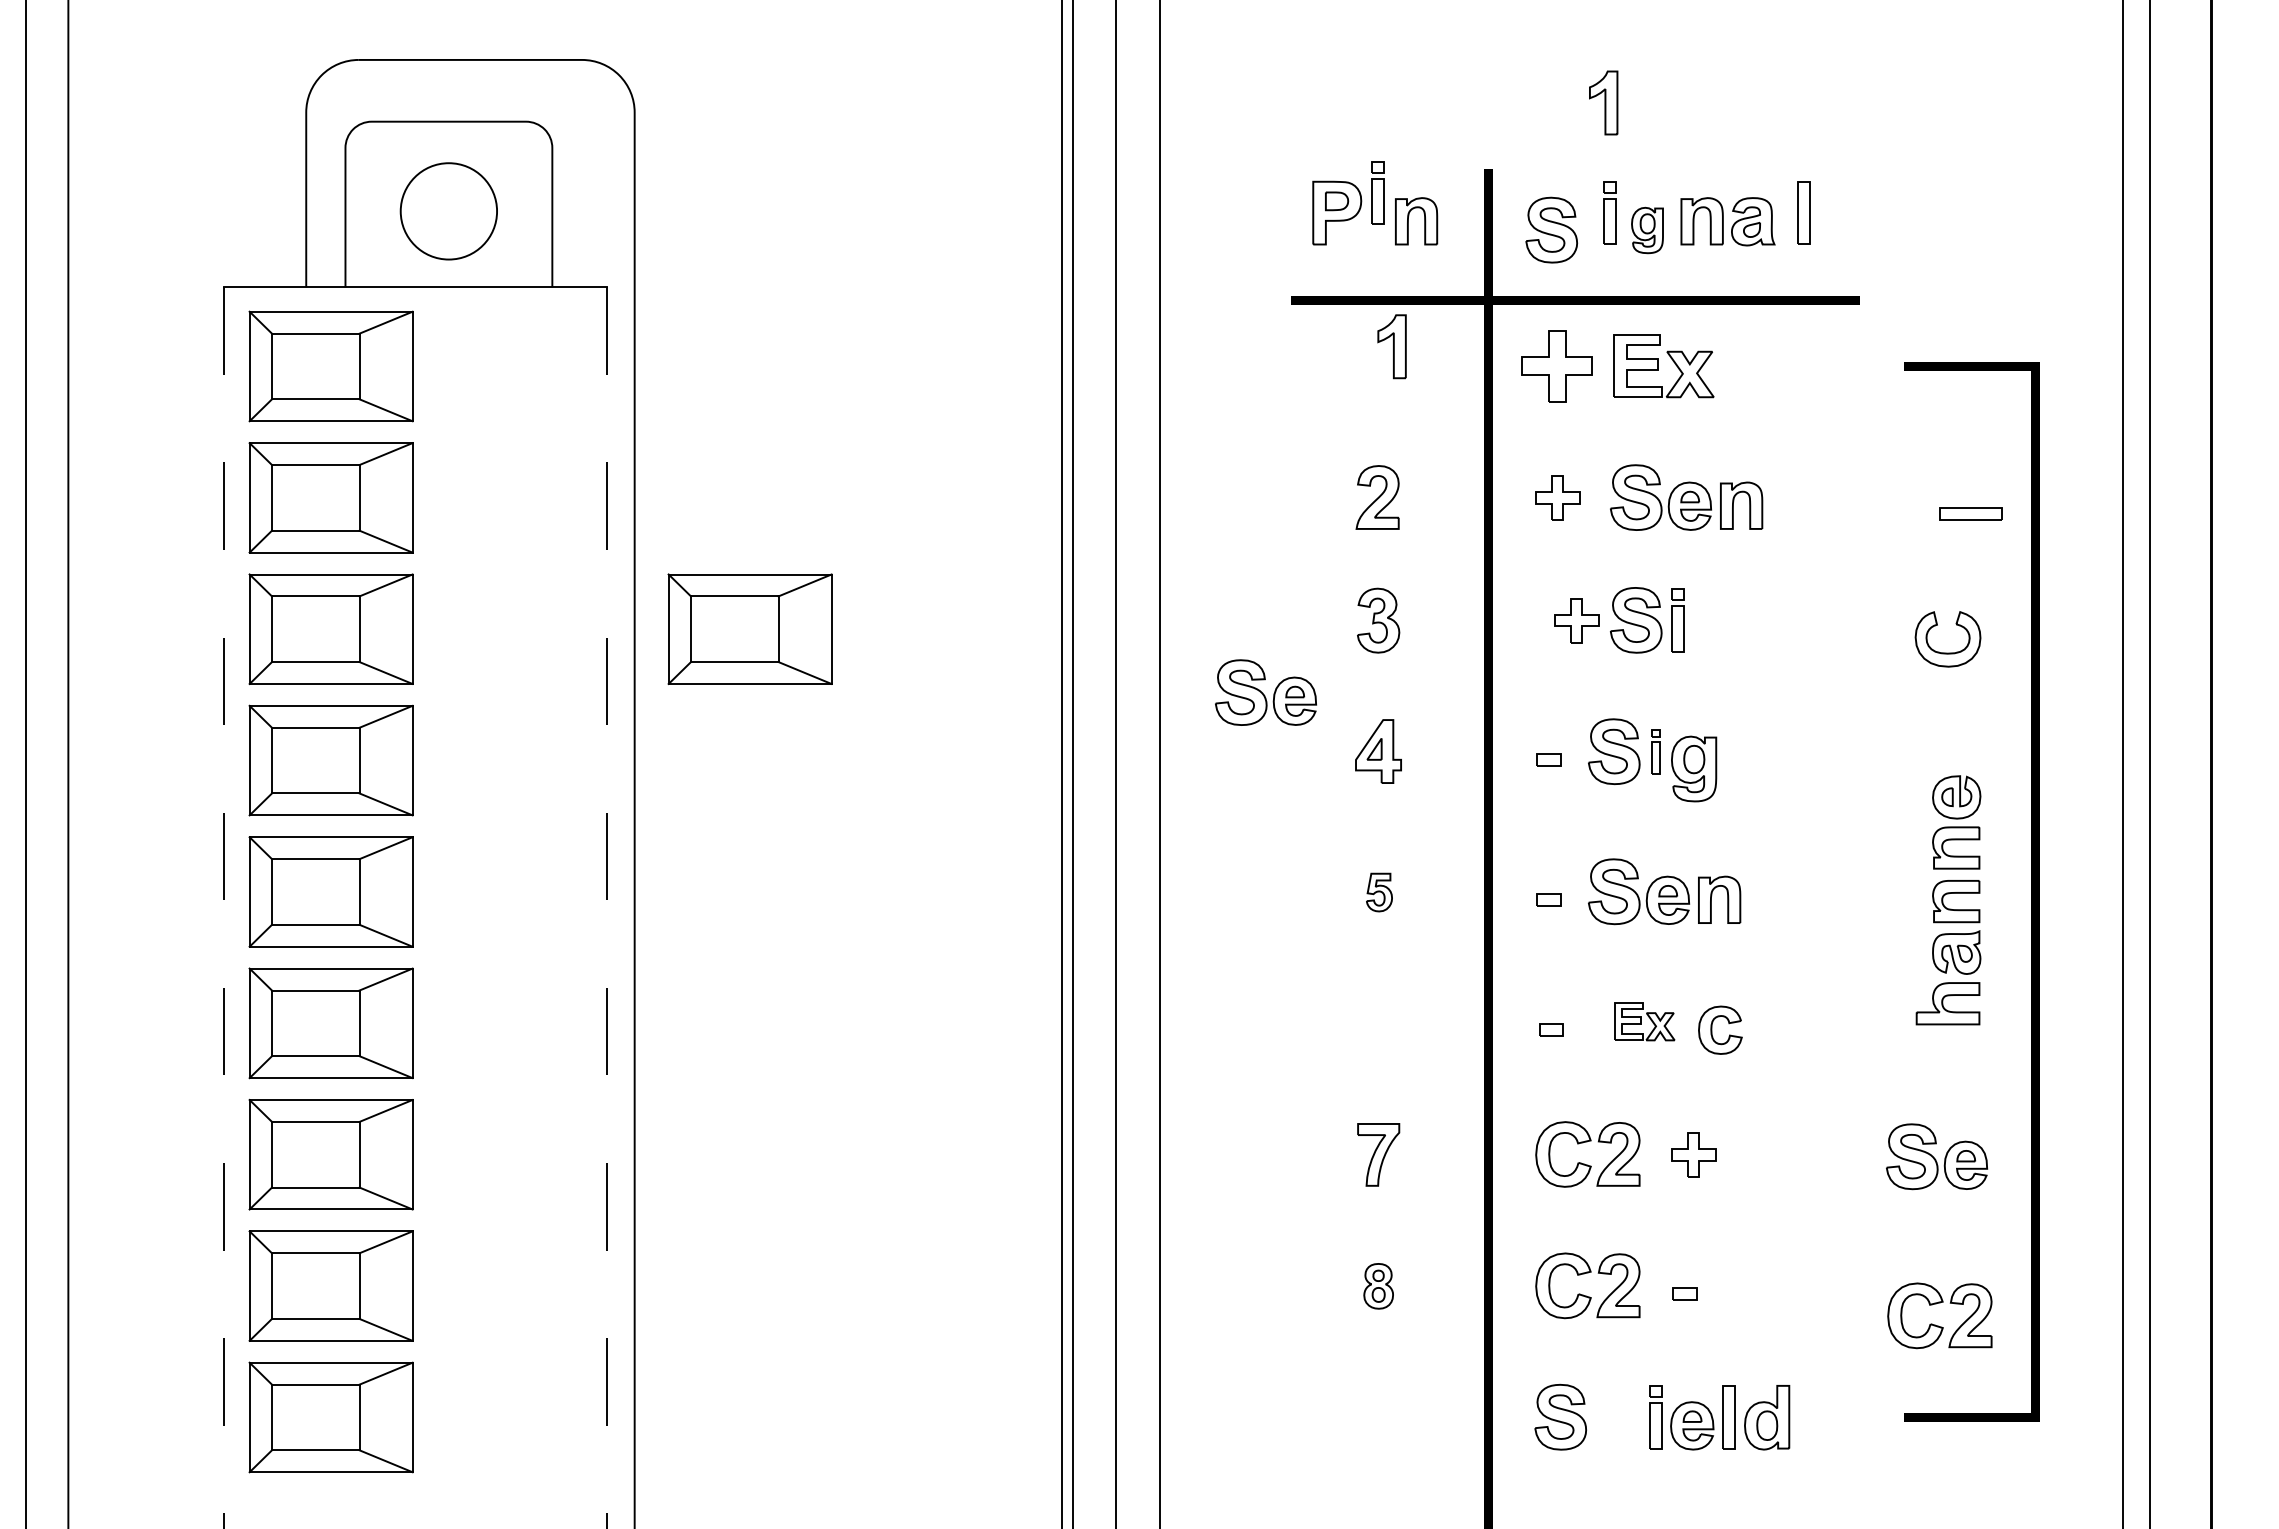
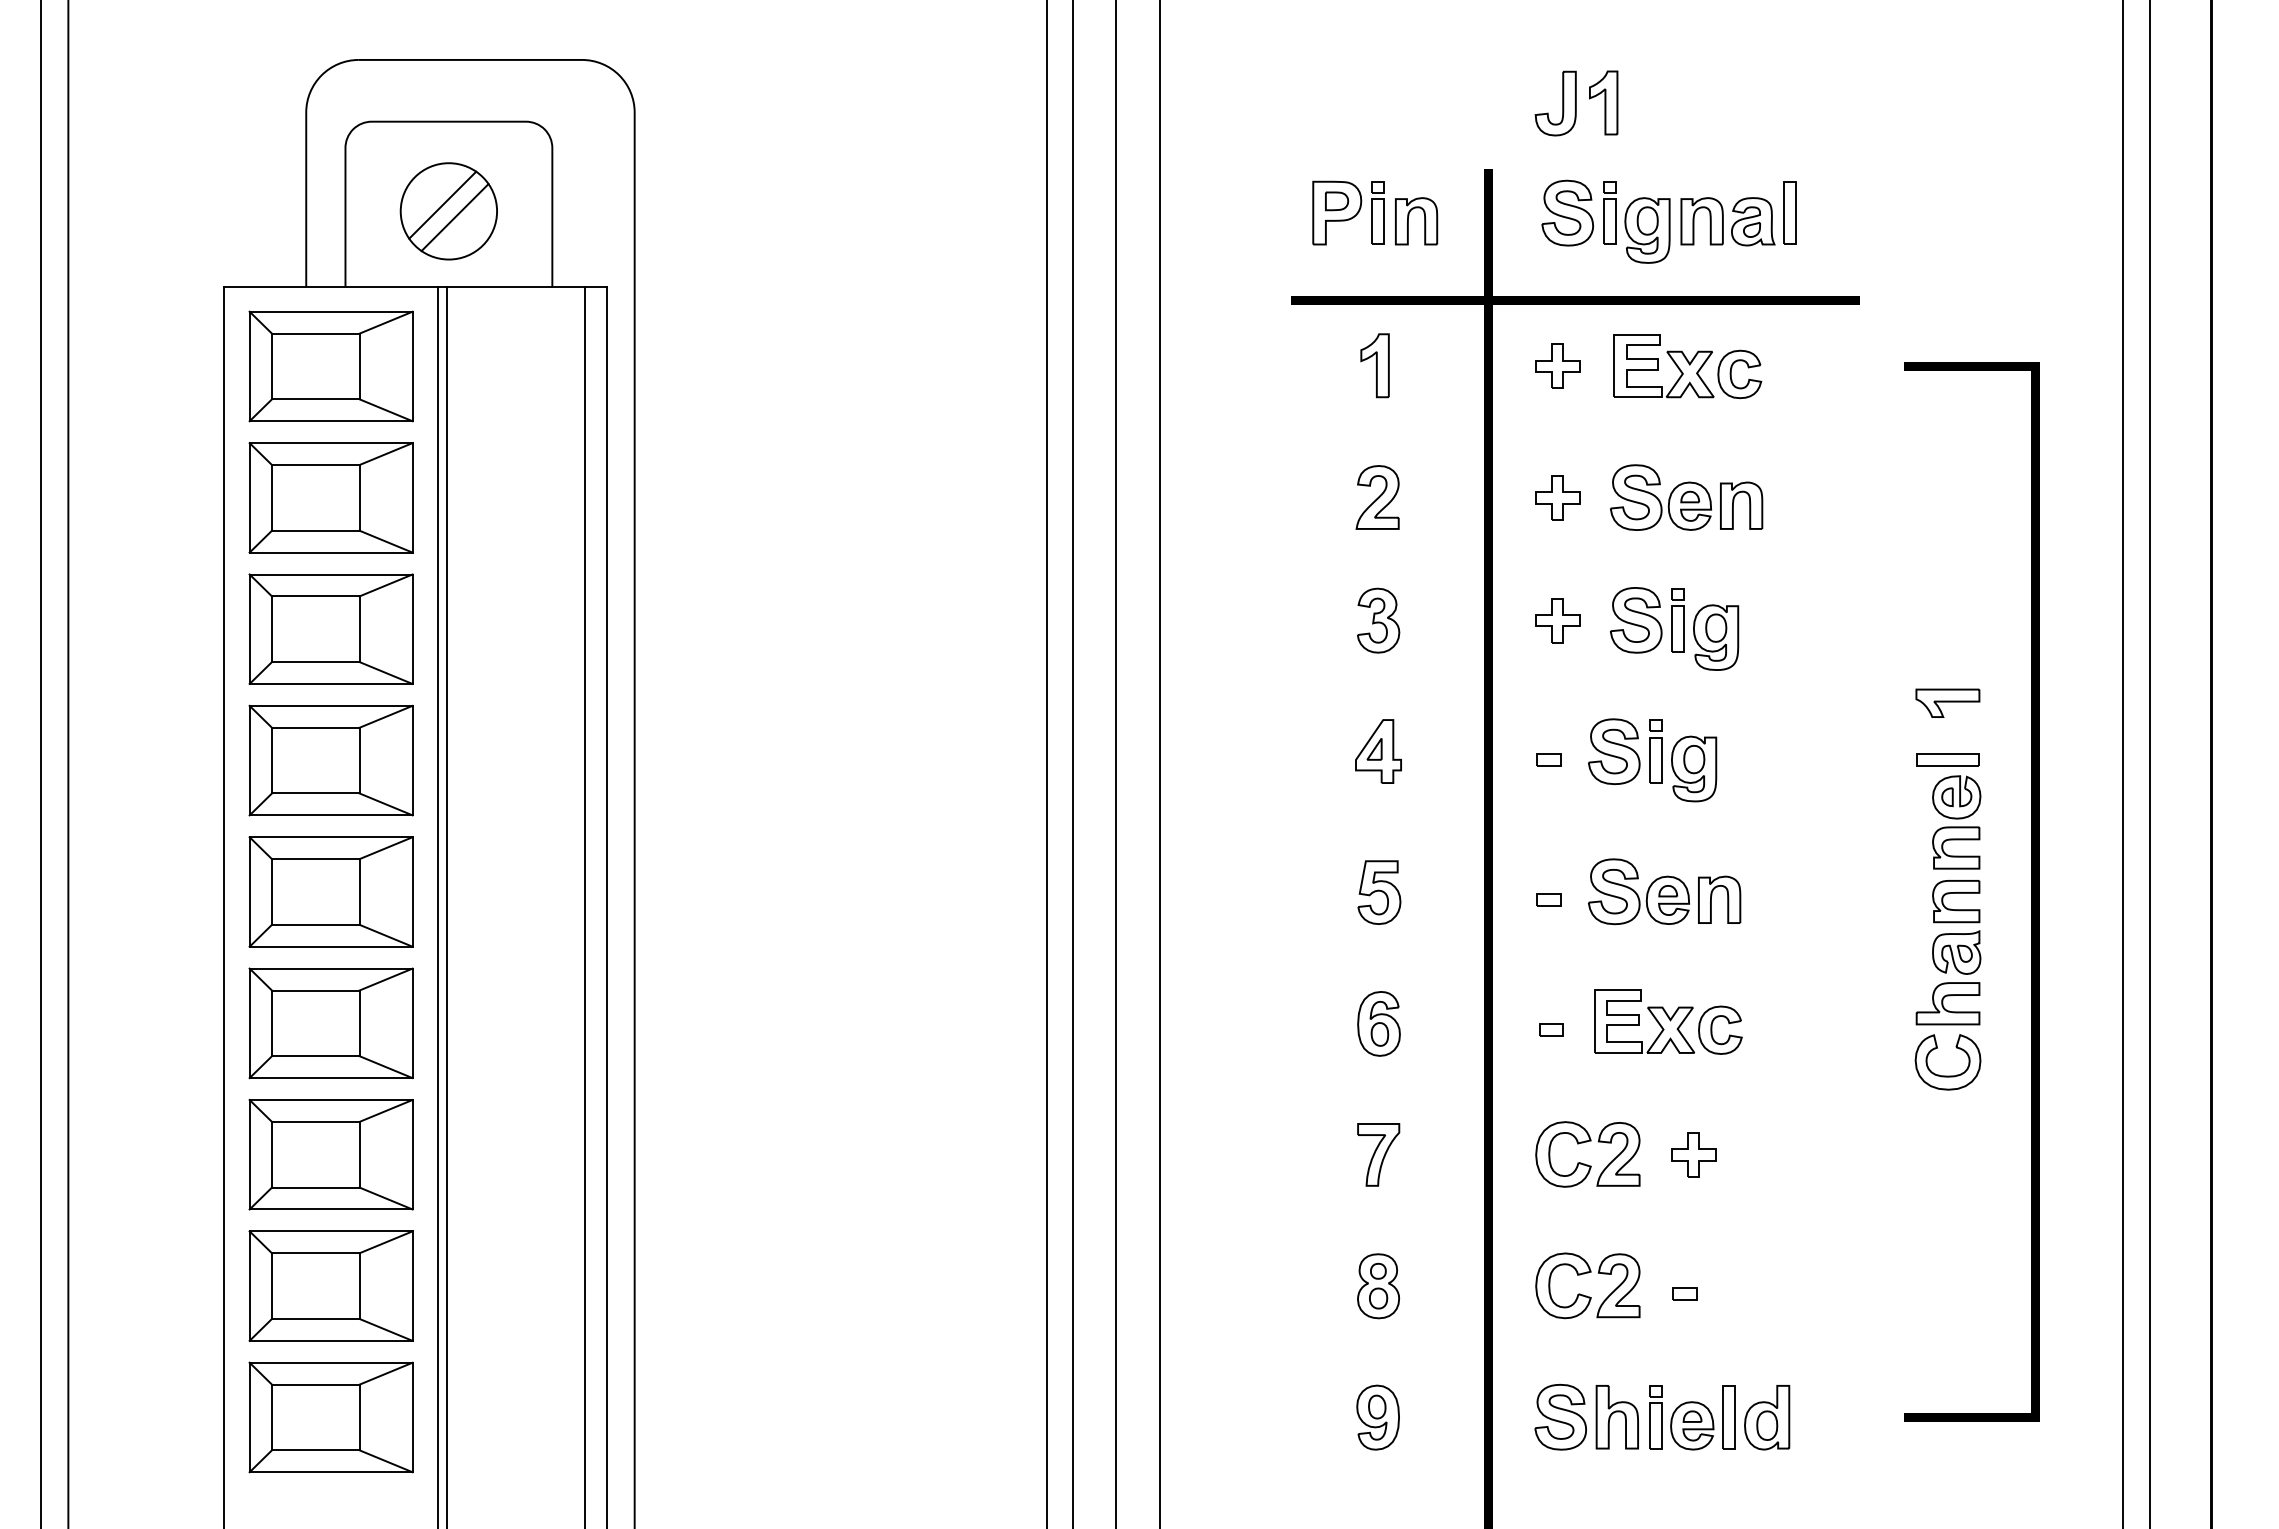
part at (1562, 103): none -> present
part at (1377, 192) position: (1377, 192) -> (1377, 212)
line at (442, 204): none -> present
part at (1803, 212) position: (1803, 212) -> (1789, 212)
line at (454, 217): none -> present
part at (1551, 229) position: (1551, 229) -> (1567, 212)
part at (1647, 230) size: 33x49 px -> 47x67 px
part at (1391, 346) position: (1391, 346) -> (1374, 365)
part at (1556, 366) size: 72x73 px -> 46x46 px
part at (1731, 374): none -> present
part at (1970, 513) position: (1970, 513) -> (1947, 759)
part at (1576, 620) position: (1576, 620) -> (1557, 620)
part at (749, 628): present -> none
part at (1716, 637): none -> present
part at (1947, 652) position: (1947, 652) -> (1947, 1075)
part at (1265, 692): present -> none
part at (1947, 702): none -> present
part at (1655, 751) size: 10x46 px -> 14x65 px
line at (25, 763) position: (25, 763) -> (40, 763)
line at (1061, 763) position: (1061, 763) -> (1046, 763)
part at (1379, 892) size: 27x41 px -> 45x65 px
line at (438, 906): none -> present
line at (446, 906): none -> present
line at (584, 906): none -> present
line at (223, 908): dashed -> solid
line at (606, 908): dashed -> solid
part at (1644, 1021) size: 62x40 px -> 102x65 px
part at (1378, 1023): none -> present
part at (1937, 1156): present -> none
part at (1378, 1286) size: 31x47 px -> 44x67 px
part at (1935, 1324): present -> none
part at (1377, 1417): none -> present
part at (1616, 1417): none -> present
